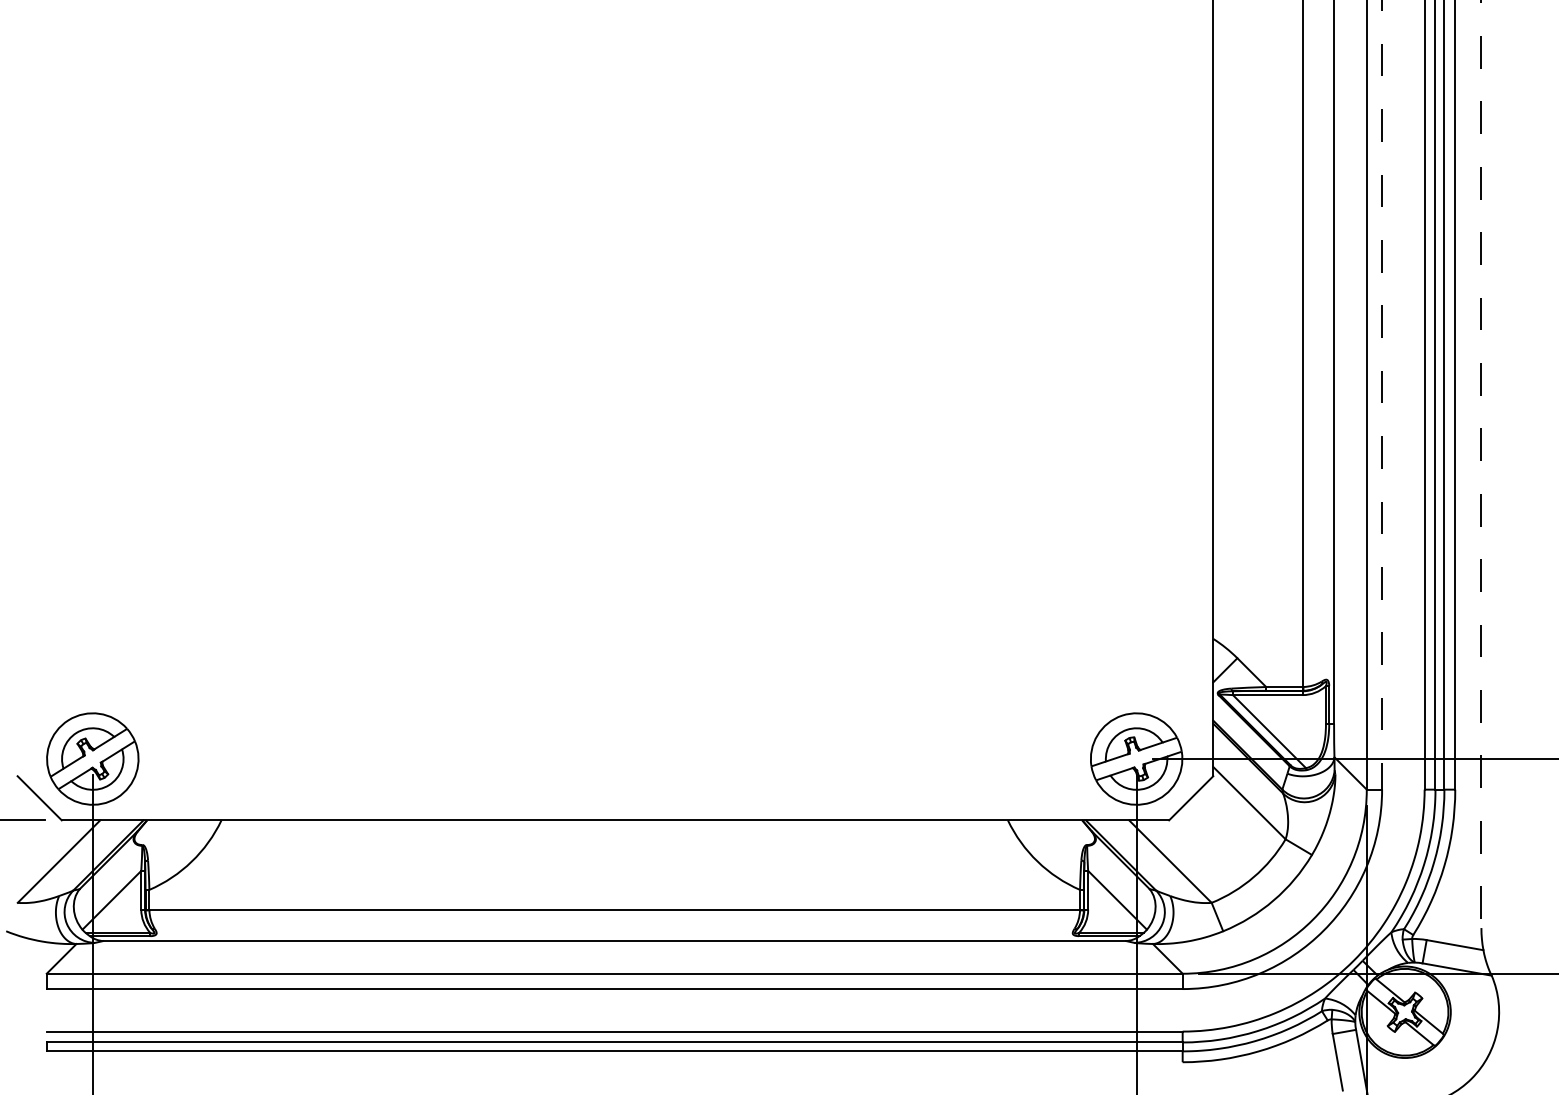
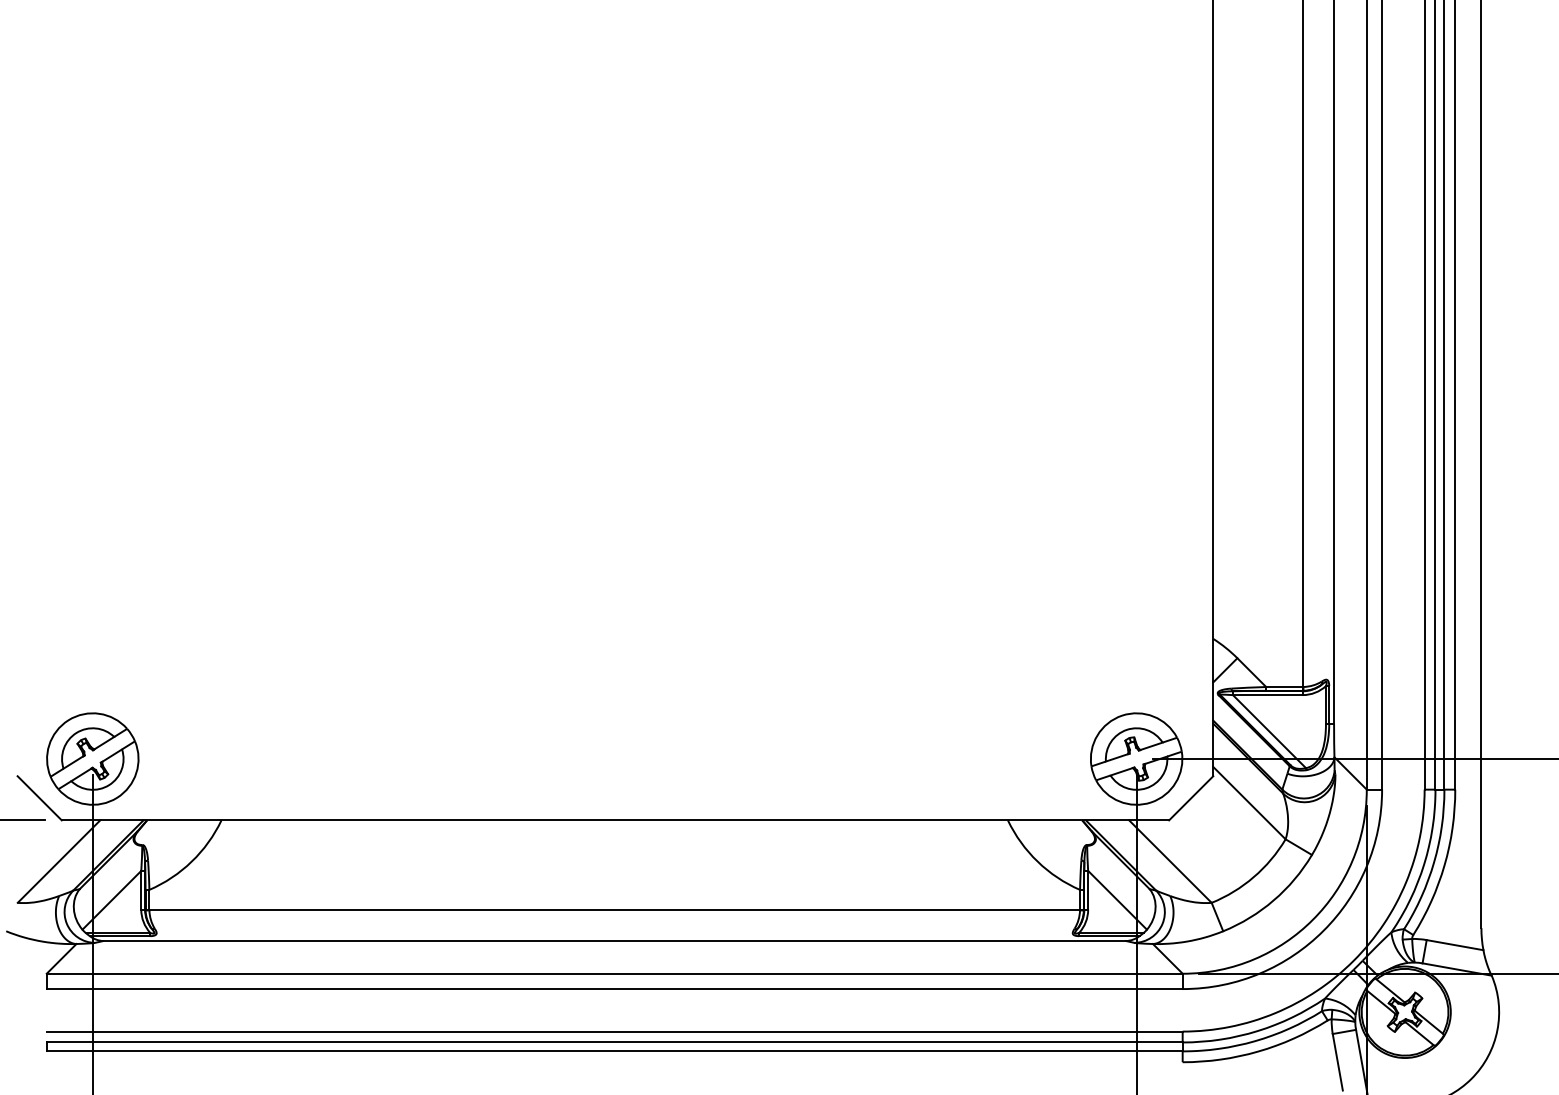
line at (1382, 394): dashed -> solid
line at (1481, 464): dashed -> solid
